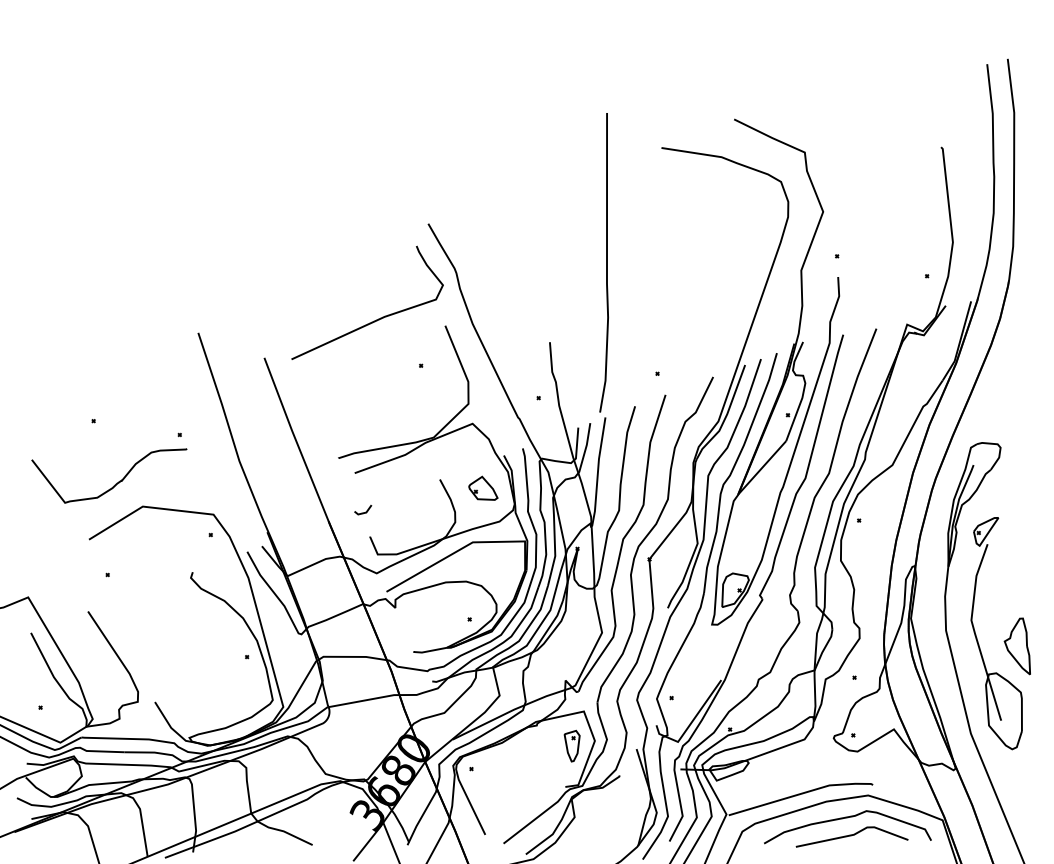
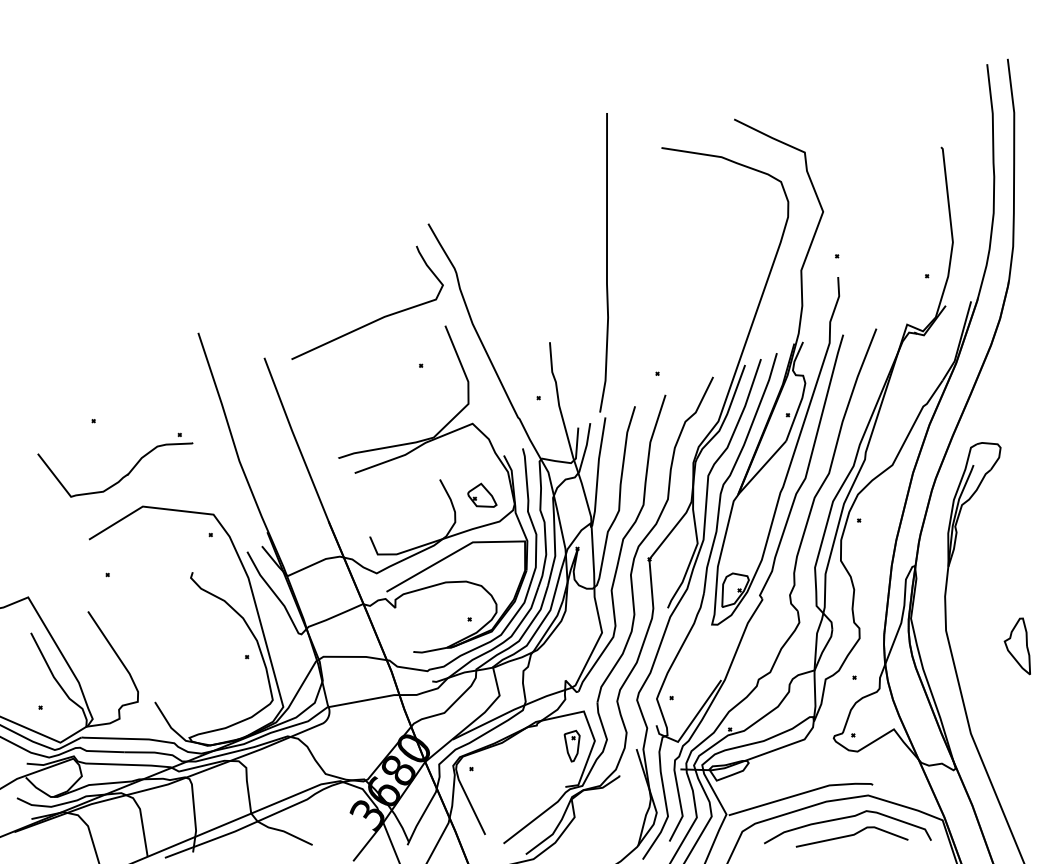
curve at (115, 483) position: (115, 483) -> (121, 477)
part at (483, 487) position: (483, 487) -> (482, 494)
line at (363, 512): present -> none
part at (977, 637): present -> none
